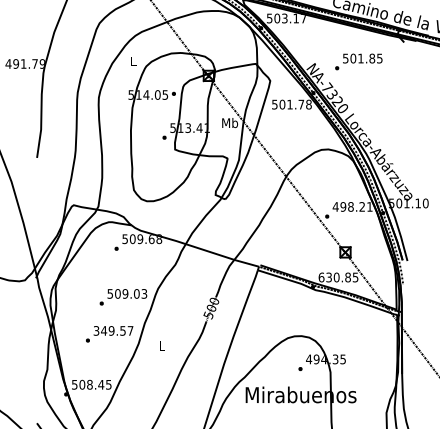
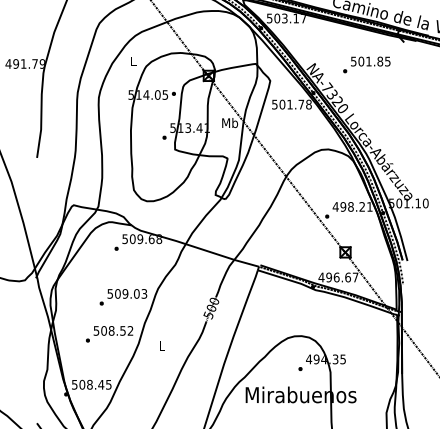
text at (358, 61) position: (358, 61) -> (366, 64)
text at (338, 277): 630.85 -> 496.67
text at (113, 330): 349.57 -> 508.52
